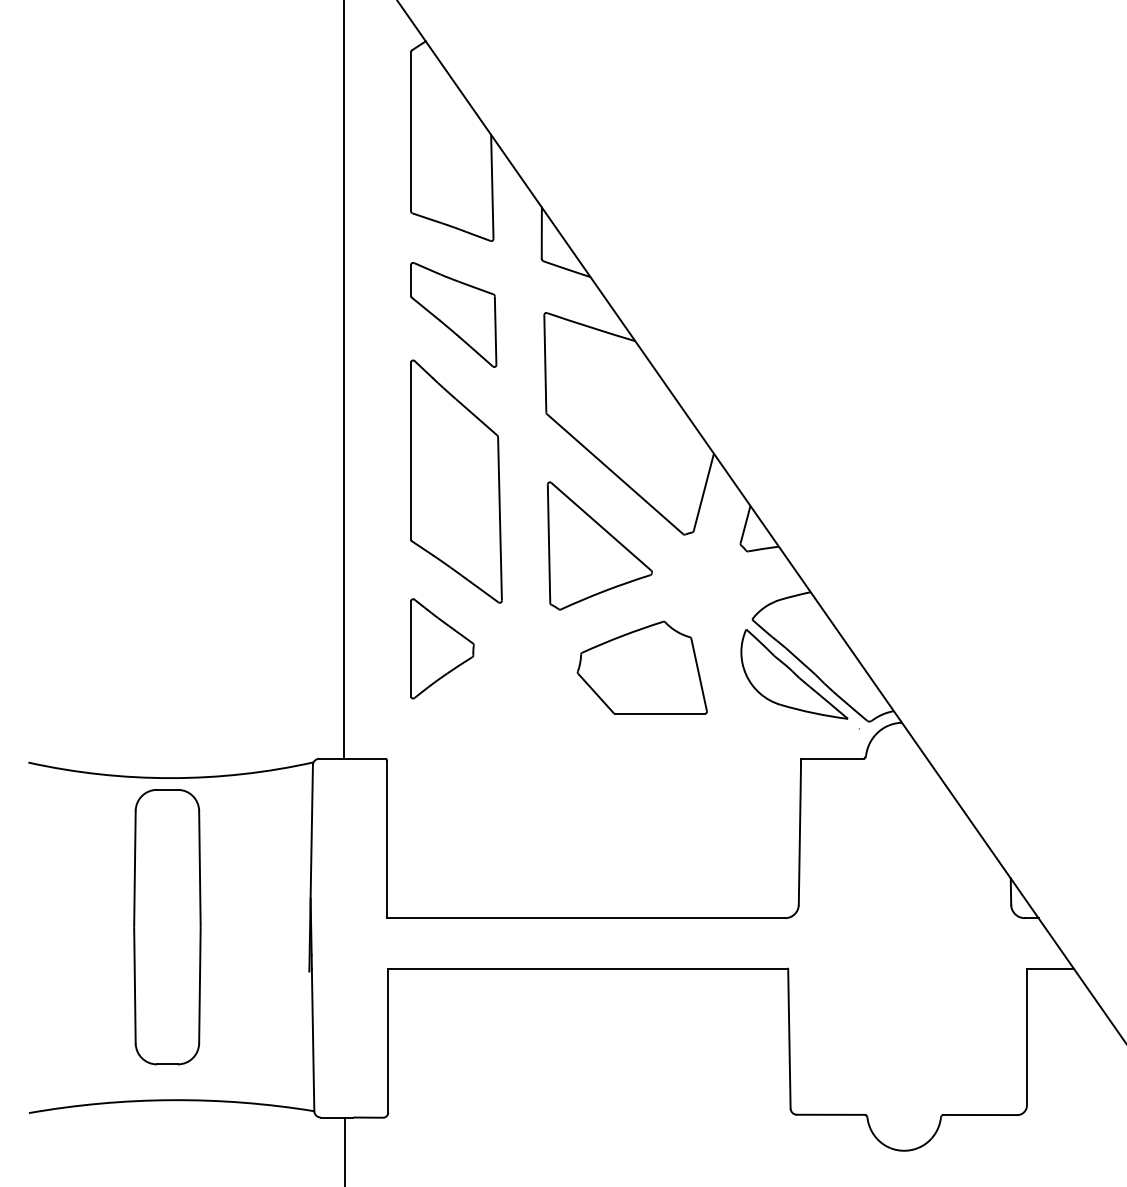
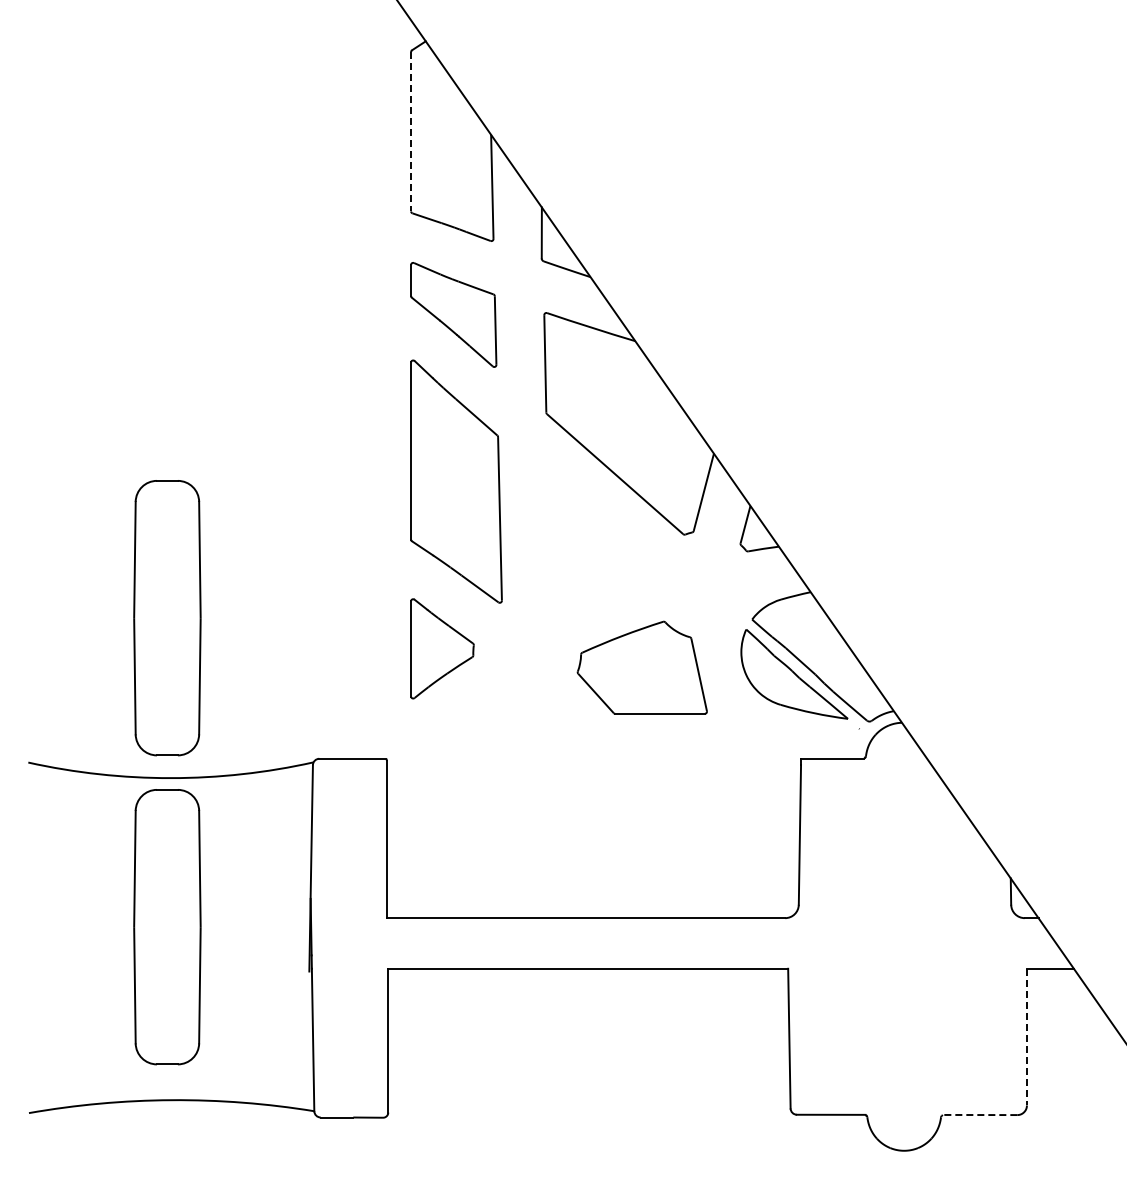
line at (411, 131): solid -> dashed
line at (344, 380): present -> none
part at (599, 545): present -> none
part at (167, 618): none -> present
line at (1026, 1037): solid -> dashed
line at (979, 1115): solid -> dashed
line at (345, 1150): present -> none
